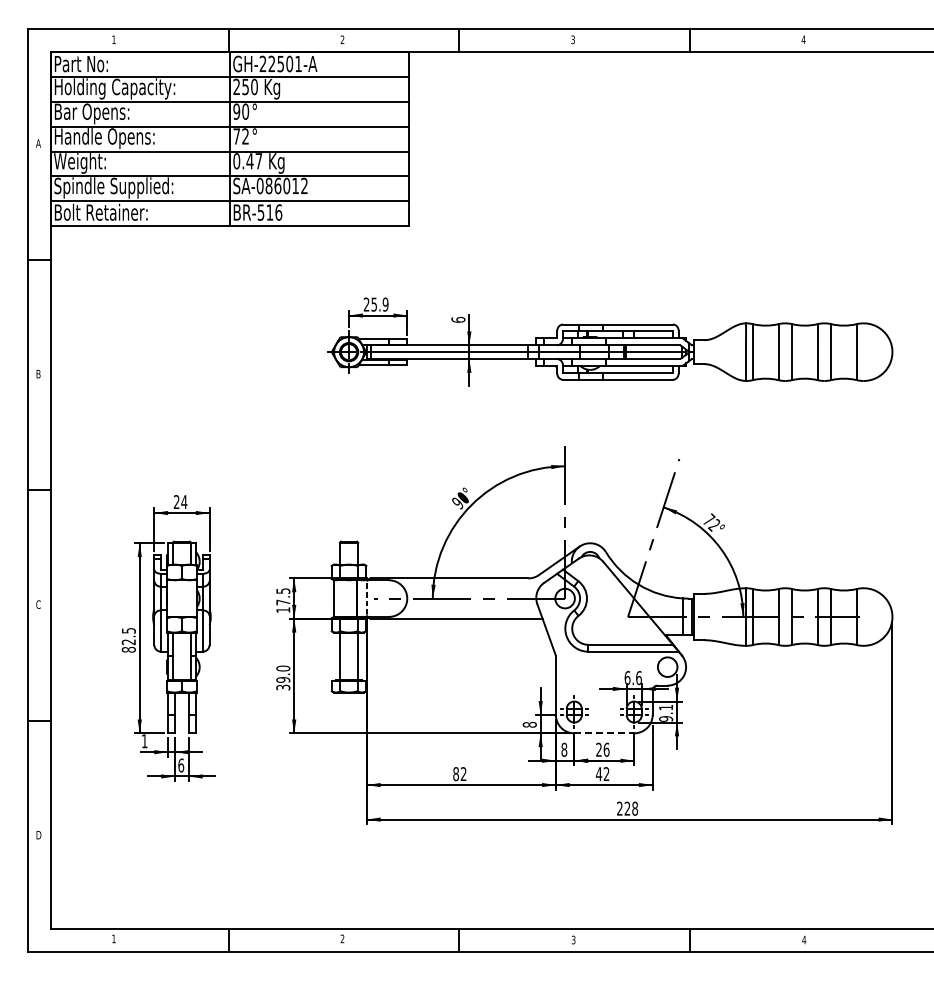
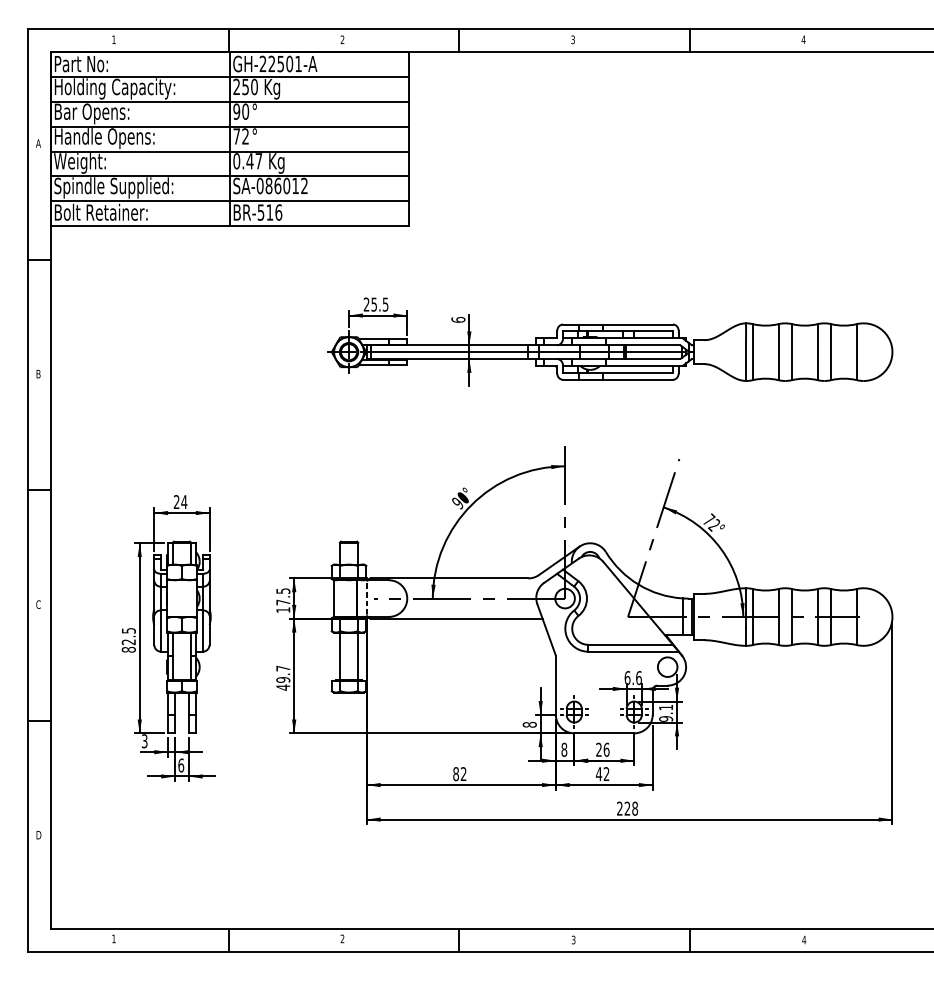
text at (385, 304): 25.9 -> 25.5
text at (283, 677): 39.0 -> 49.7
line at (604, 733): dashed -> solid
text at (144, 741): 1 -> 3
